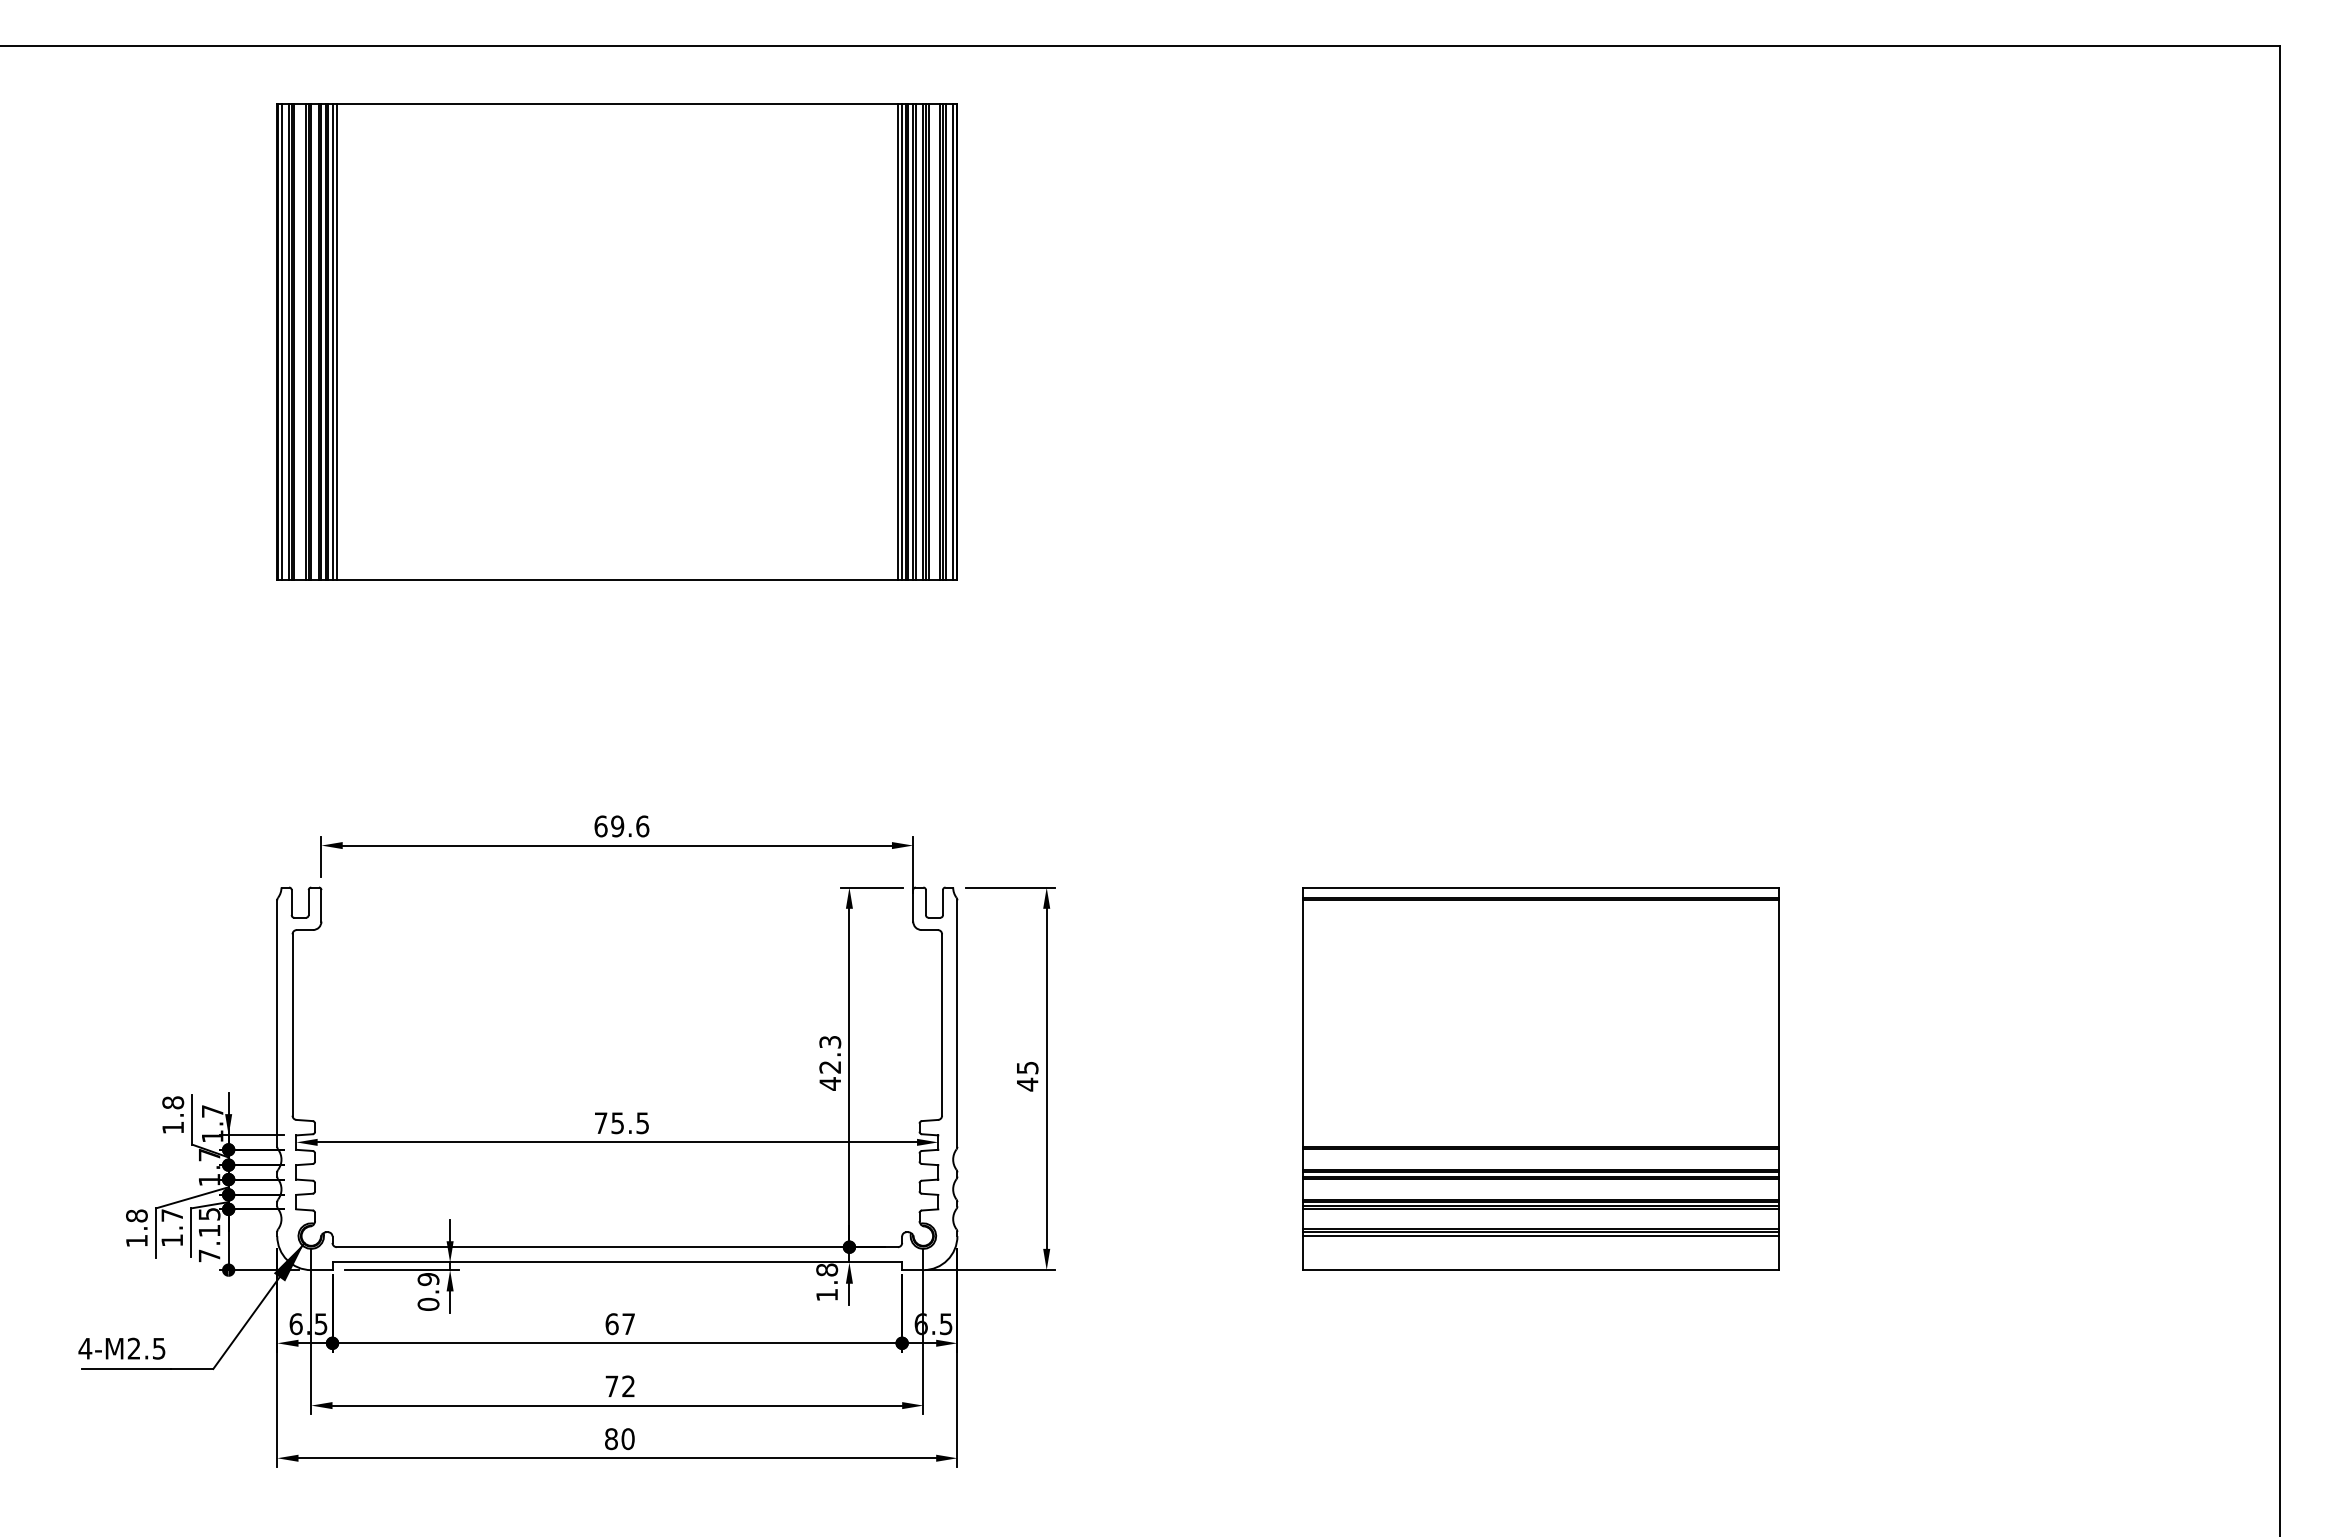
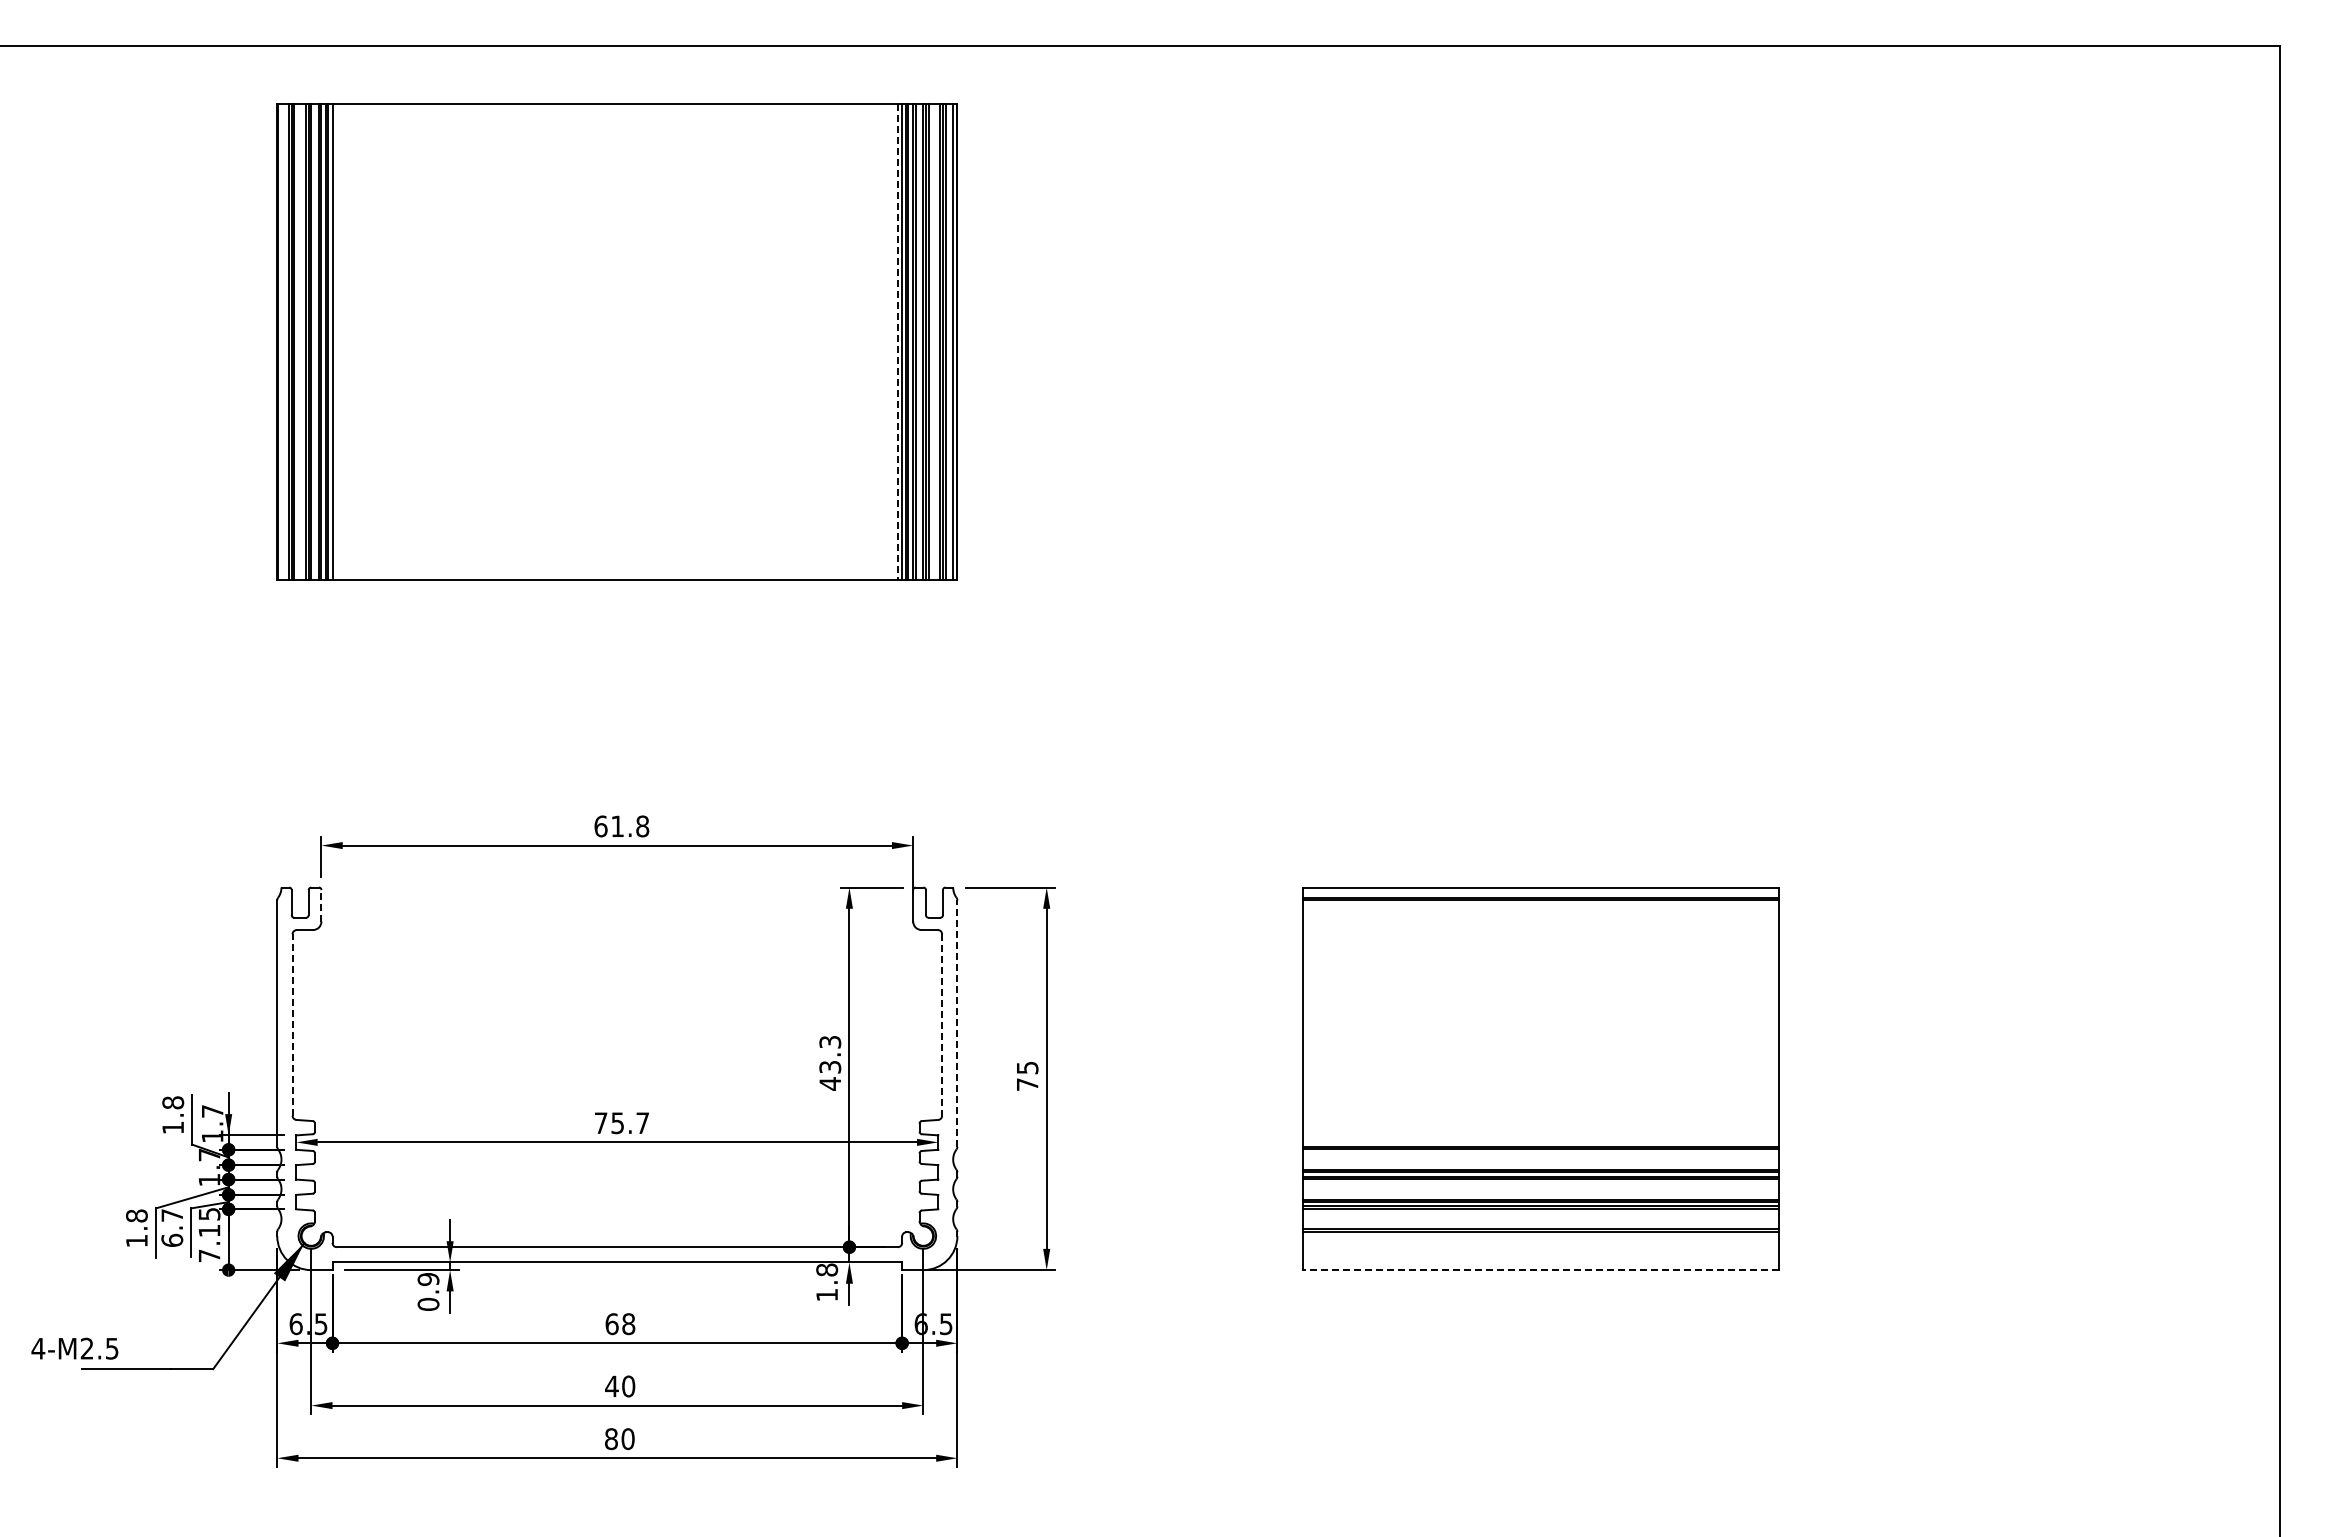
line at (281, 342): present -> none
line at (336, 342): present -> none
line at (897, 342): solid -> dashed
text at (630, 826): 69.6 -> 61.8
line at (321, 905): solid -> dashed
line at (957, 1023): solid -> dashed
line at (292, 1025): solid -> dashed
line at (942, 1025): solid -> dashed
text at (830, 1067): 42.3 -> 43.3
text at (1027, 1084): 45 -> 75
text at (642, 1123): 75.5 -> 75.7
line at (1541, 1236): present -> none
text at (172, 1239): 1.7 -> 6.7
line at (1540, 1270): solid -> dashed
text at (628, 1324): 67 -> 68
text at (121, 1348) position: (121, 1348) -> (74, 1348)
text at (620, 1386): 72 -> 40
